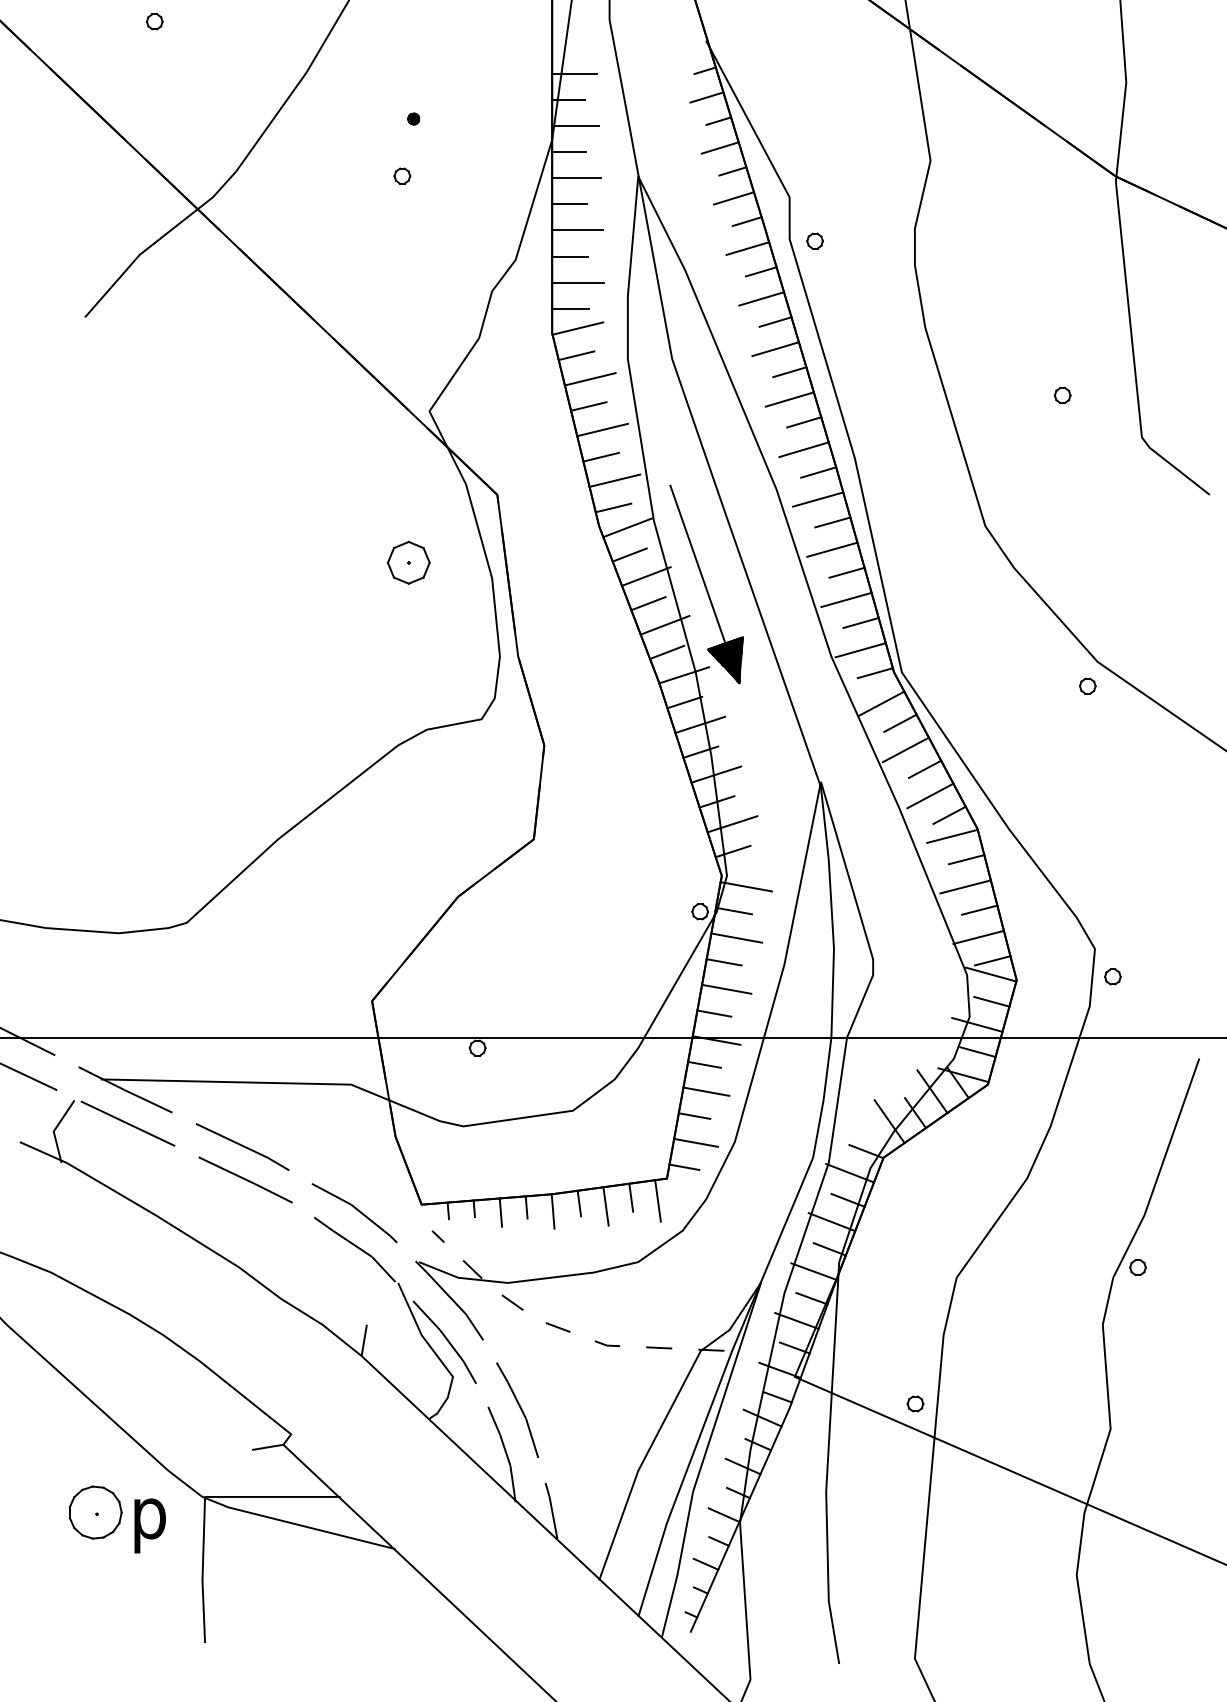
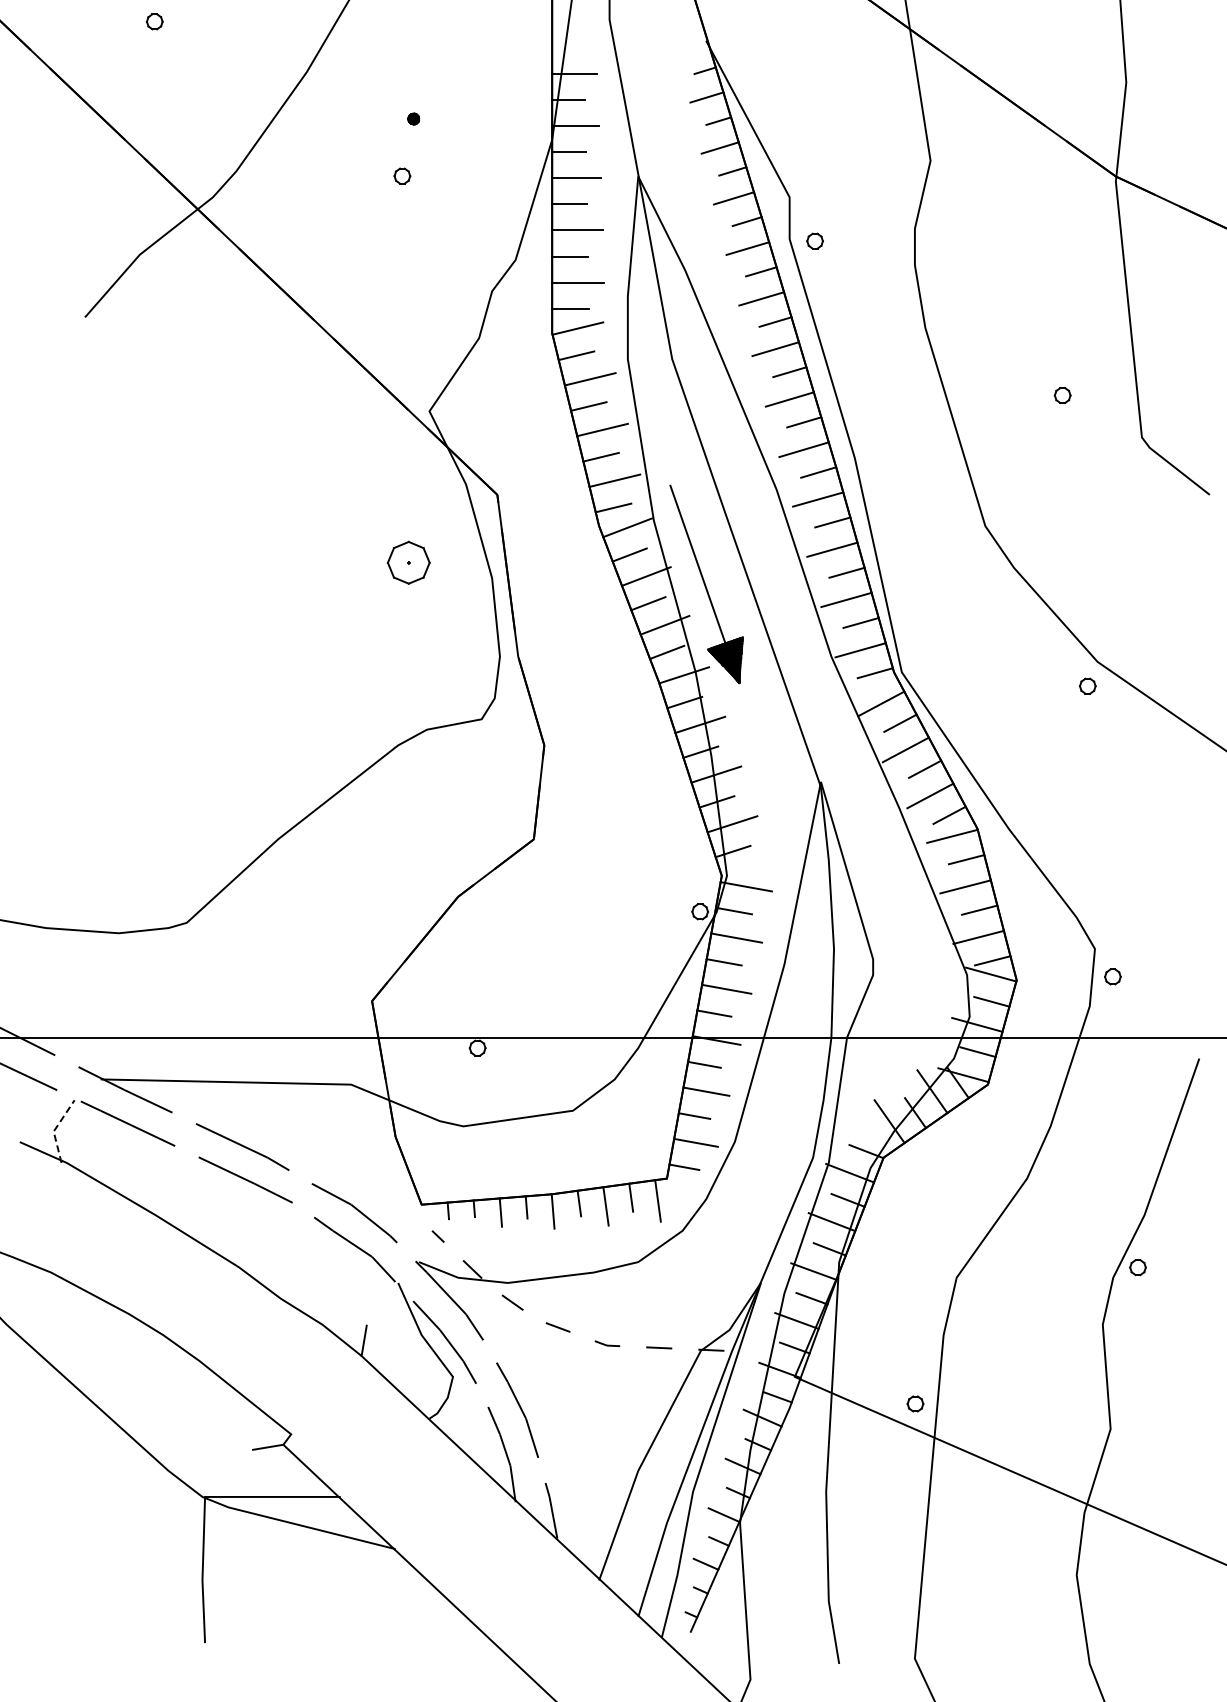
line at (54, 1129): solid -> dashed
part at (116, 1519): present -> none
